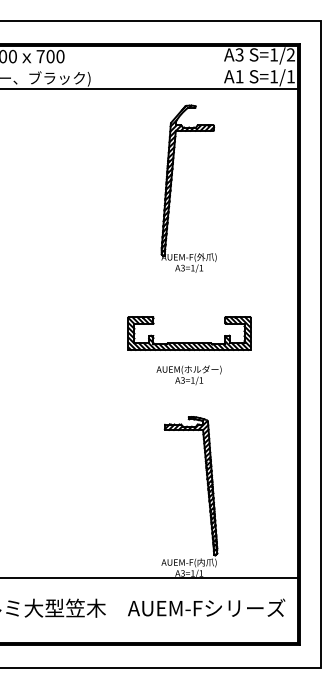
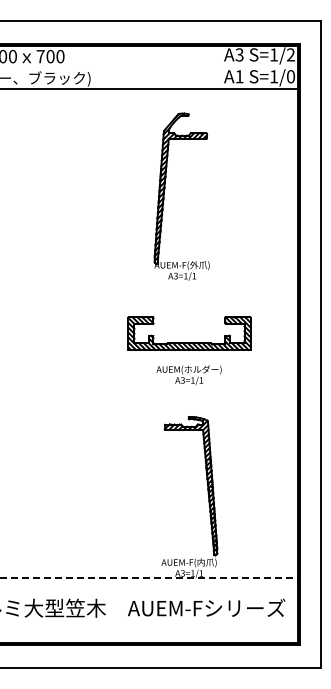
text at (291, 76): S=1/1 -> S=1/0
part at (171, 188) position: (171, 188) -> (164, 196)
line at (149, 577): solid -> dashed
